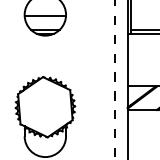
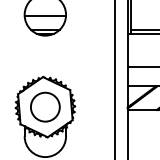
line at (141, 66): none -> present
line at (115, 79): dashed -> solid
circle at (45, 106): none -> present
